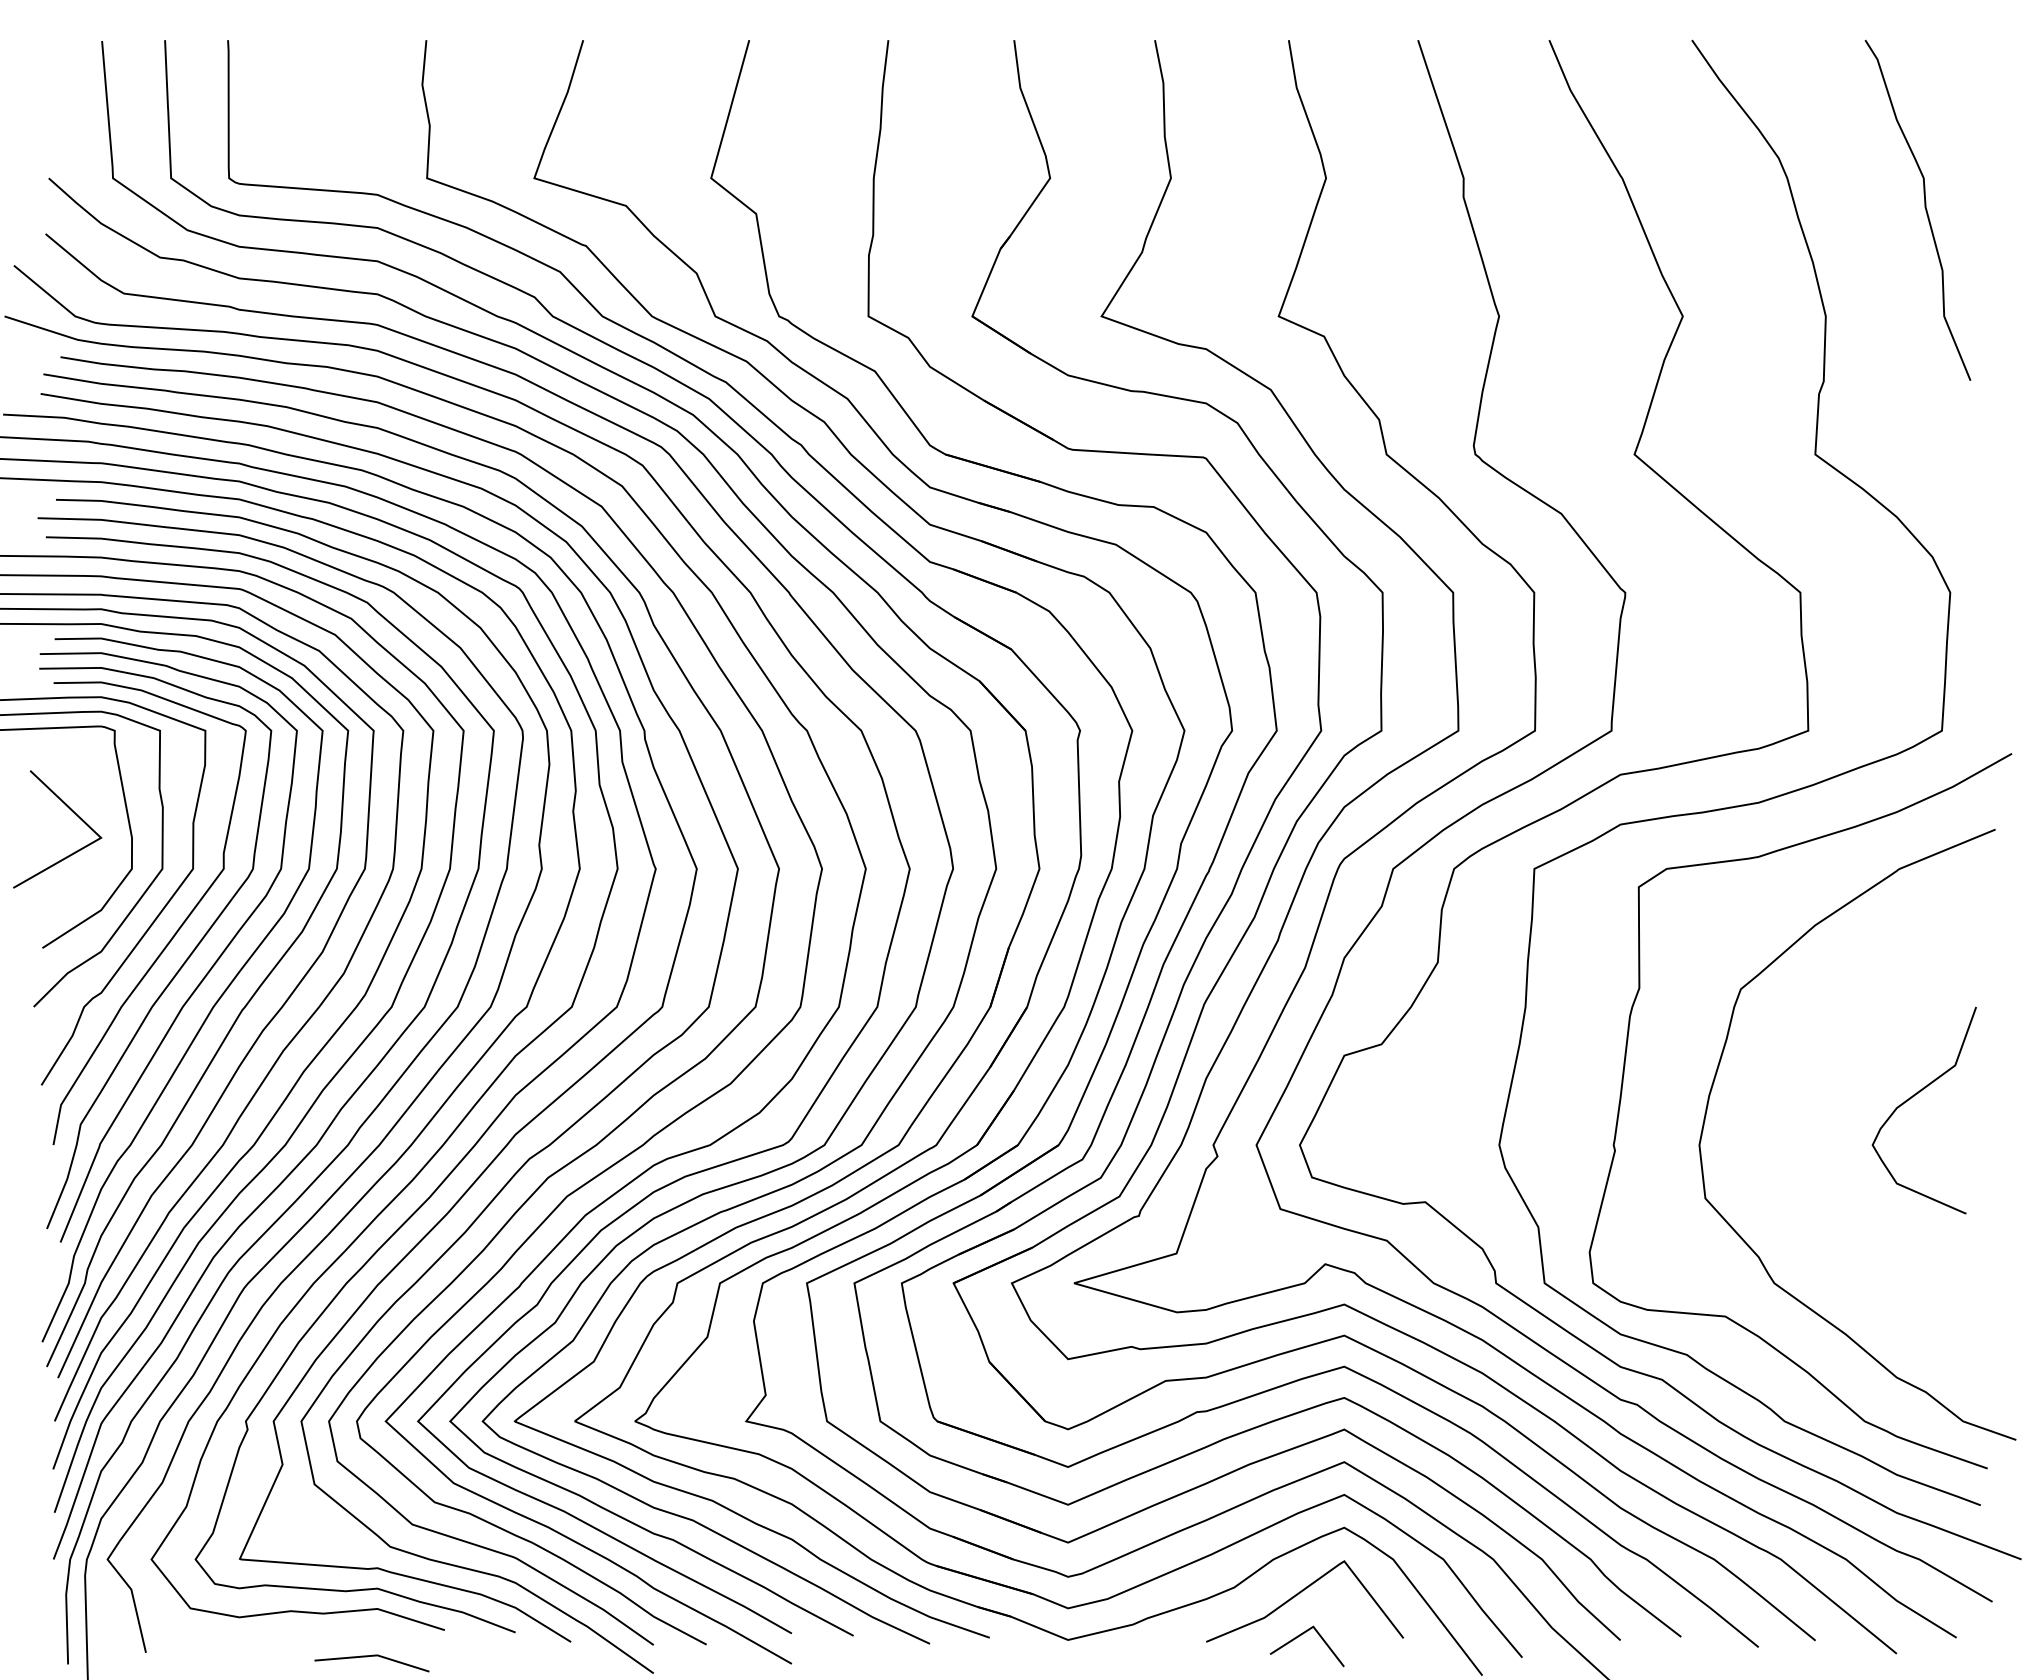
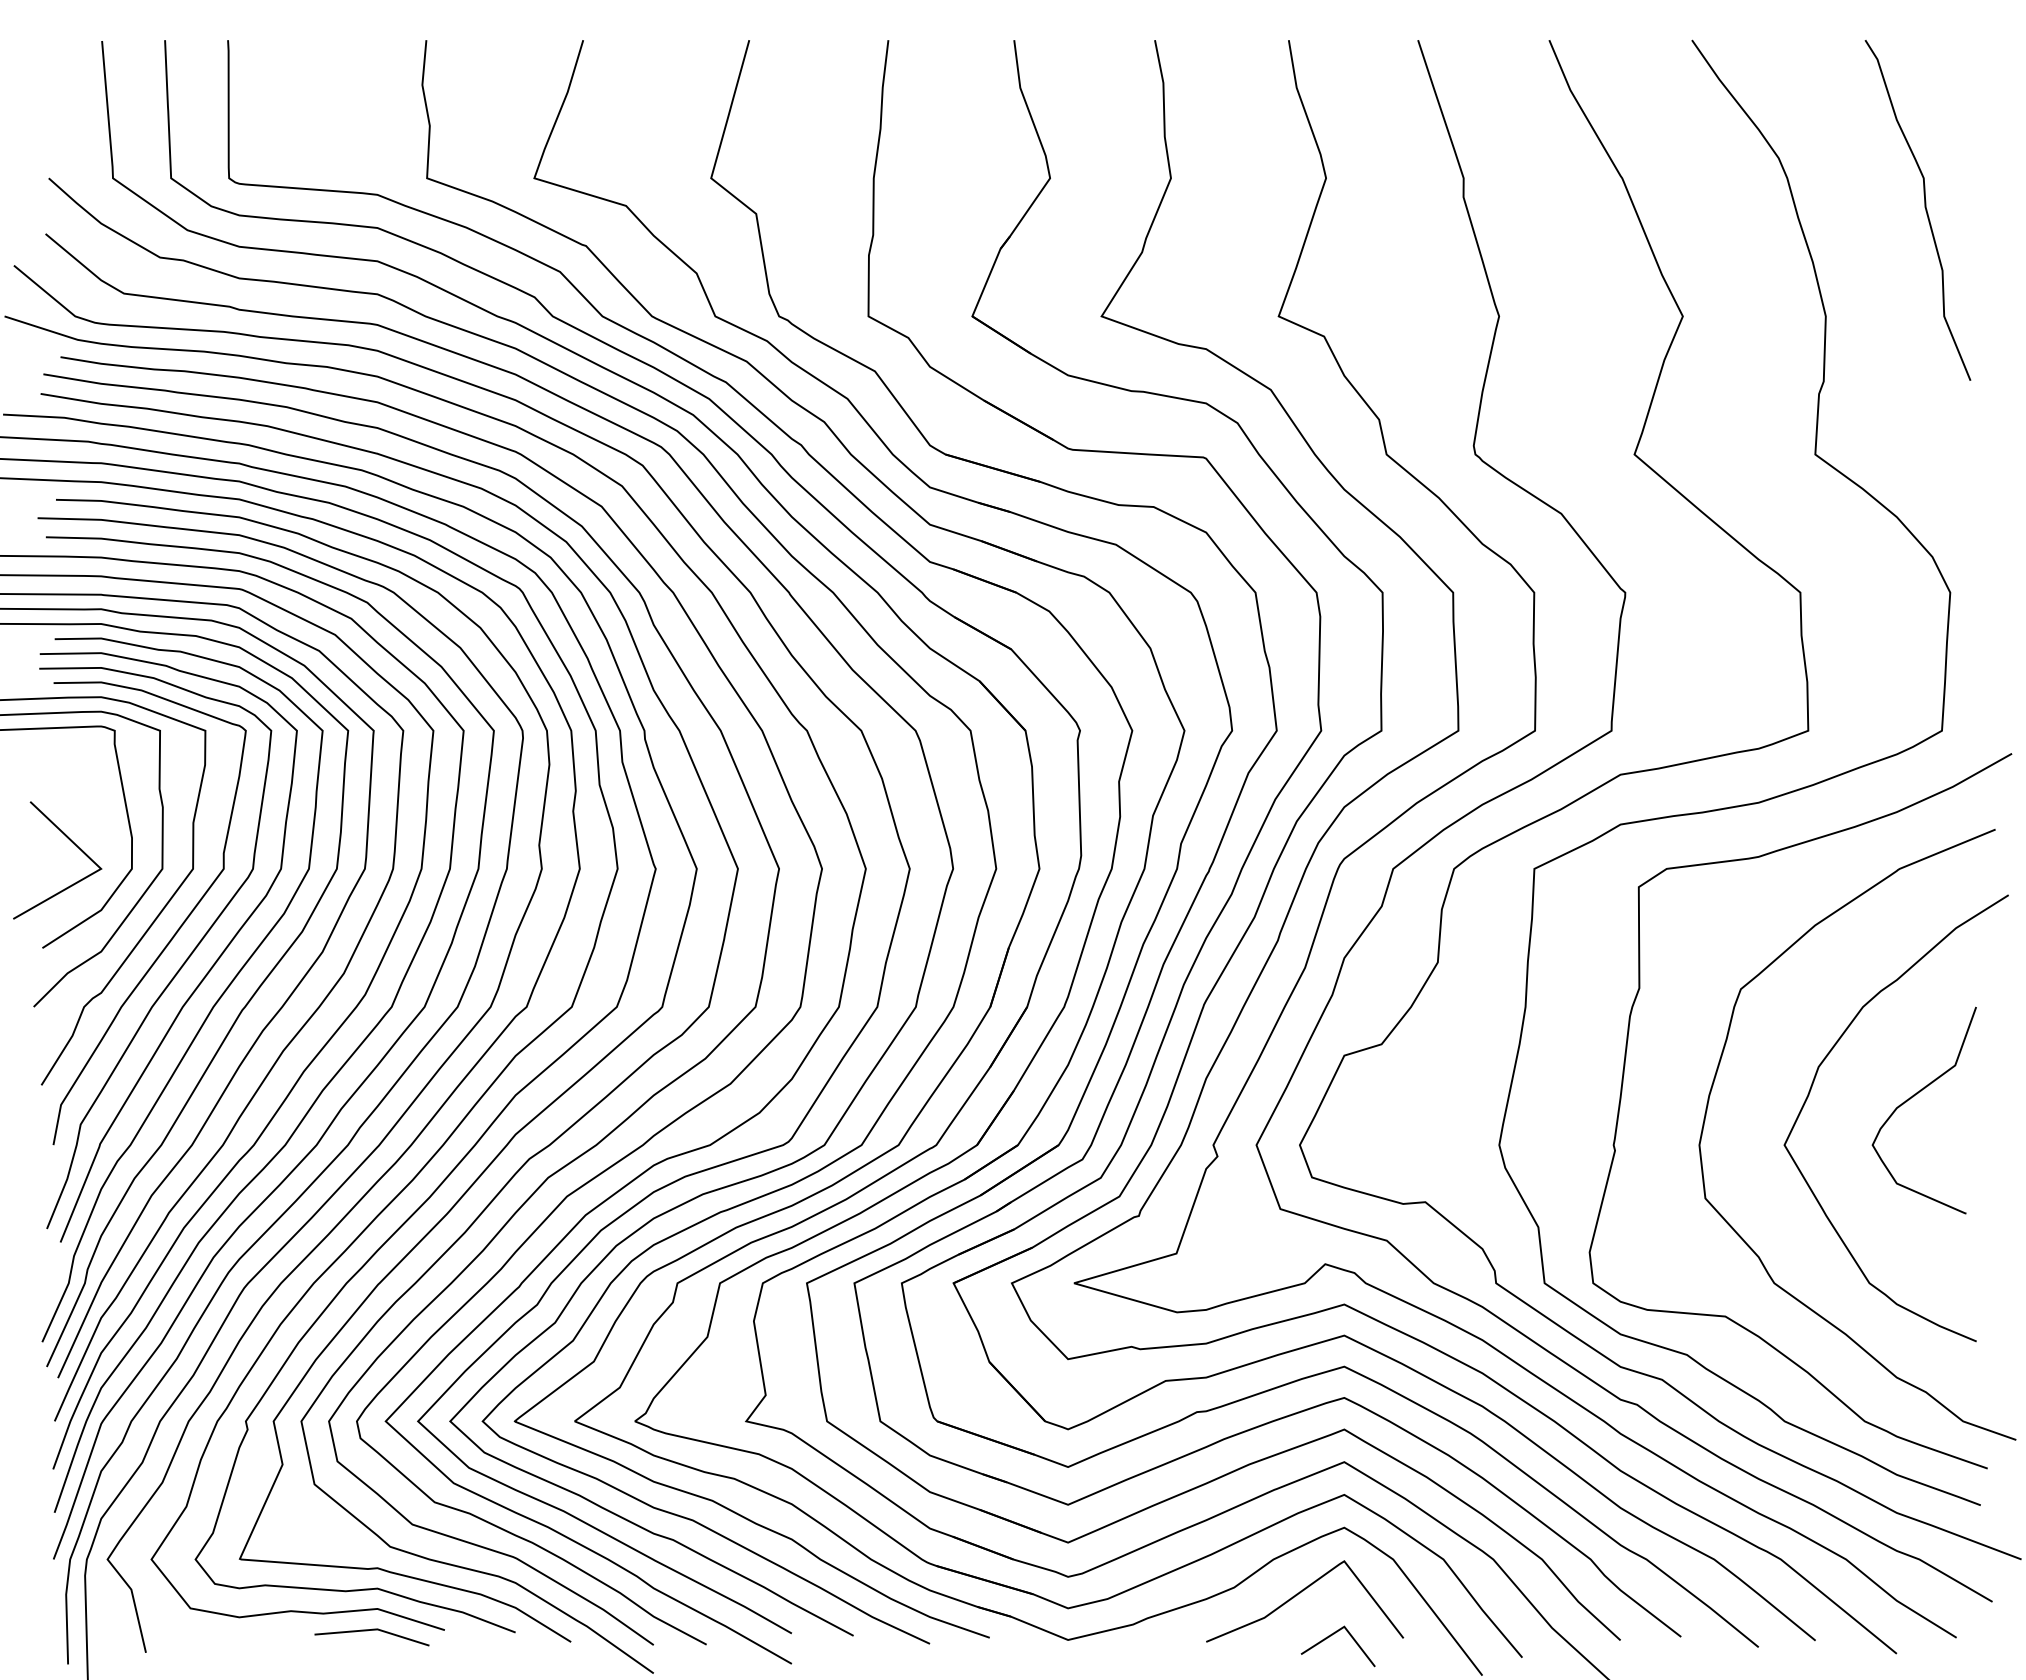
line at (73, 813) position: (73, 813) -> (73, 844)
curve at (1812, 1087): none -> present
line at (1300, 1636) position: (1300, 1636) -> (1331, 1636)
line at (371, 1656) position: (371, 1656) -> (371, 1630)
